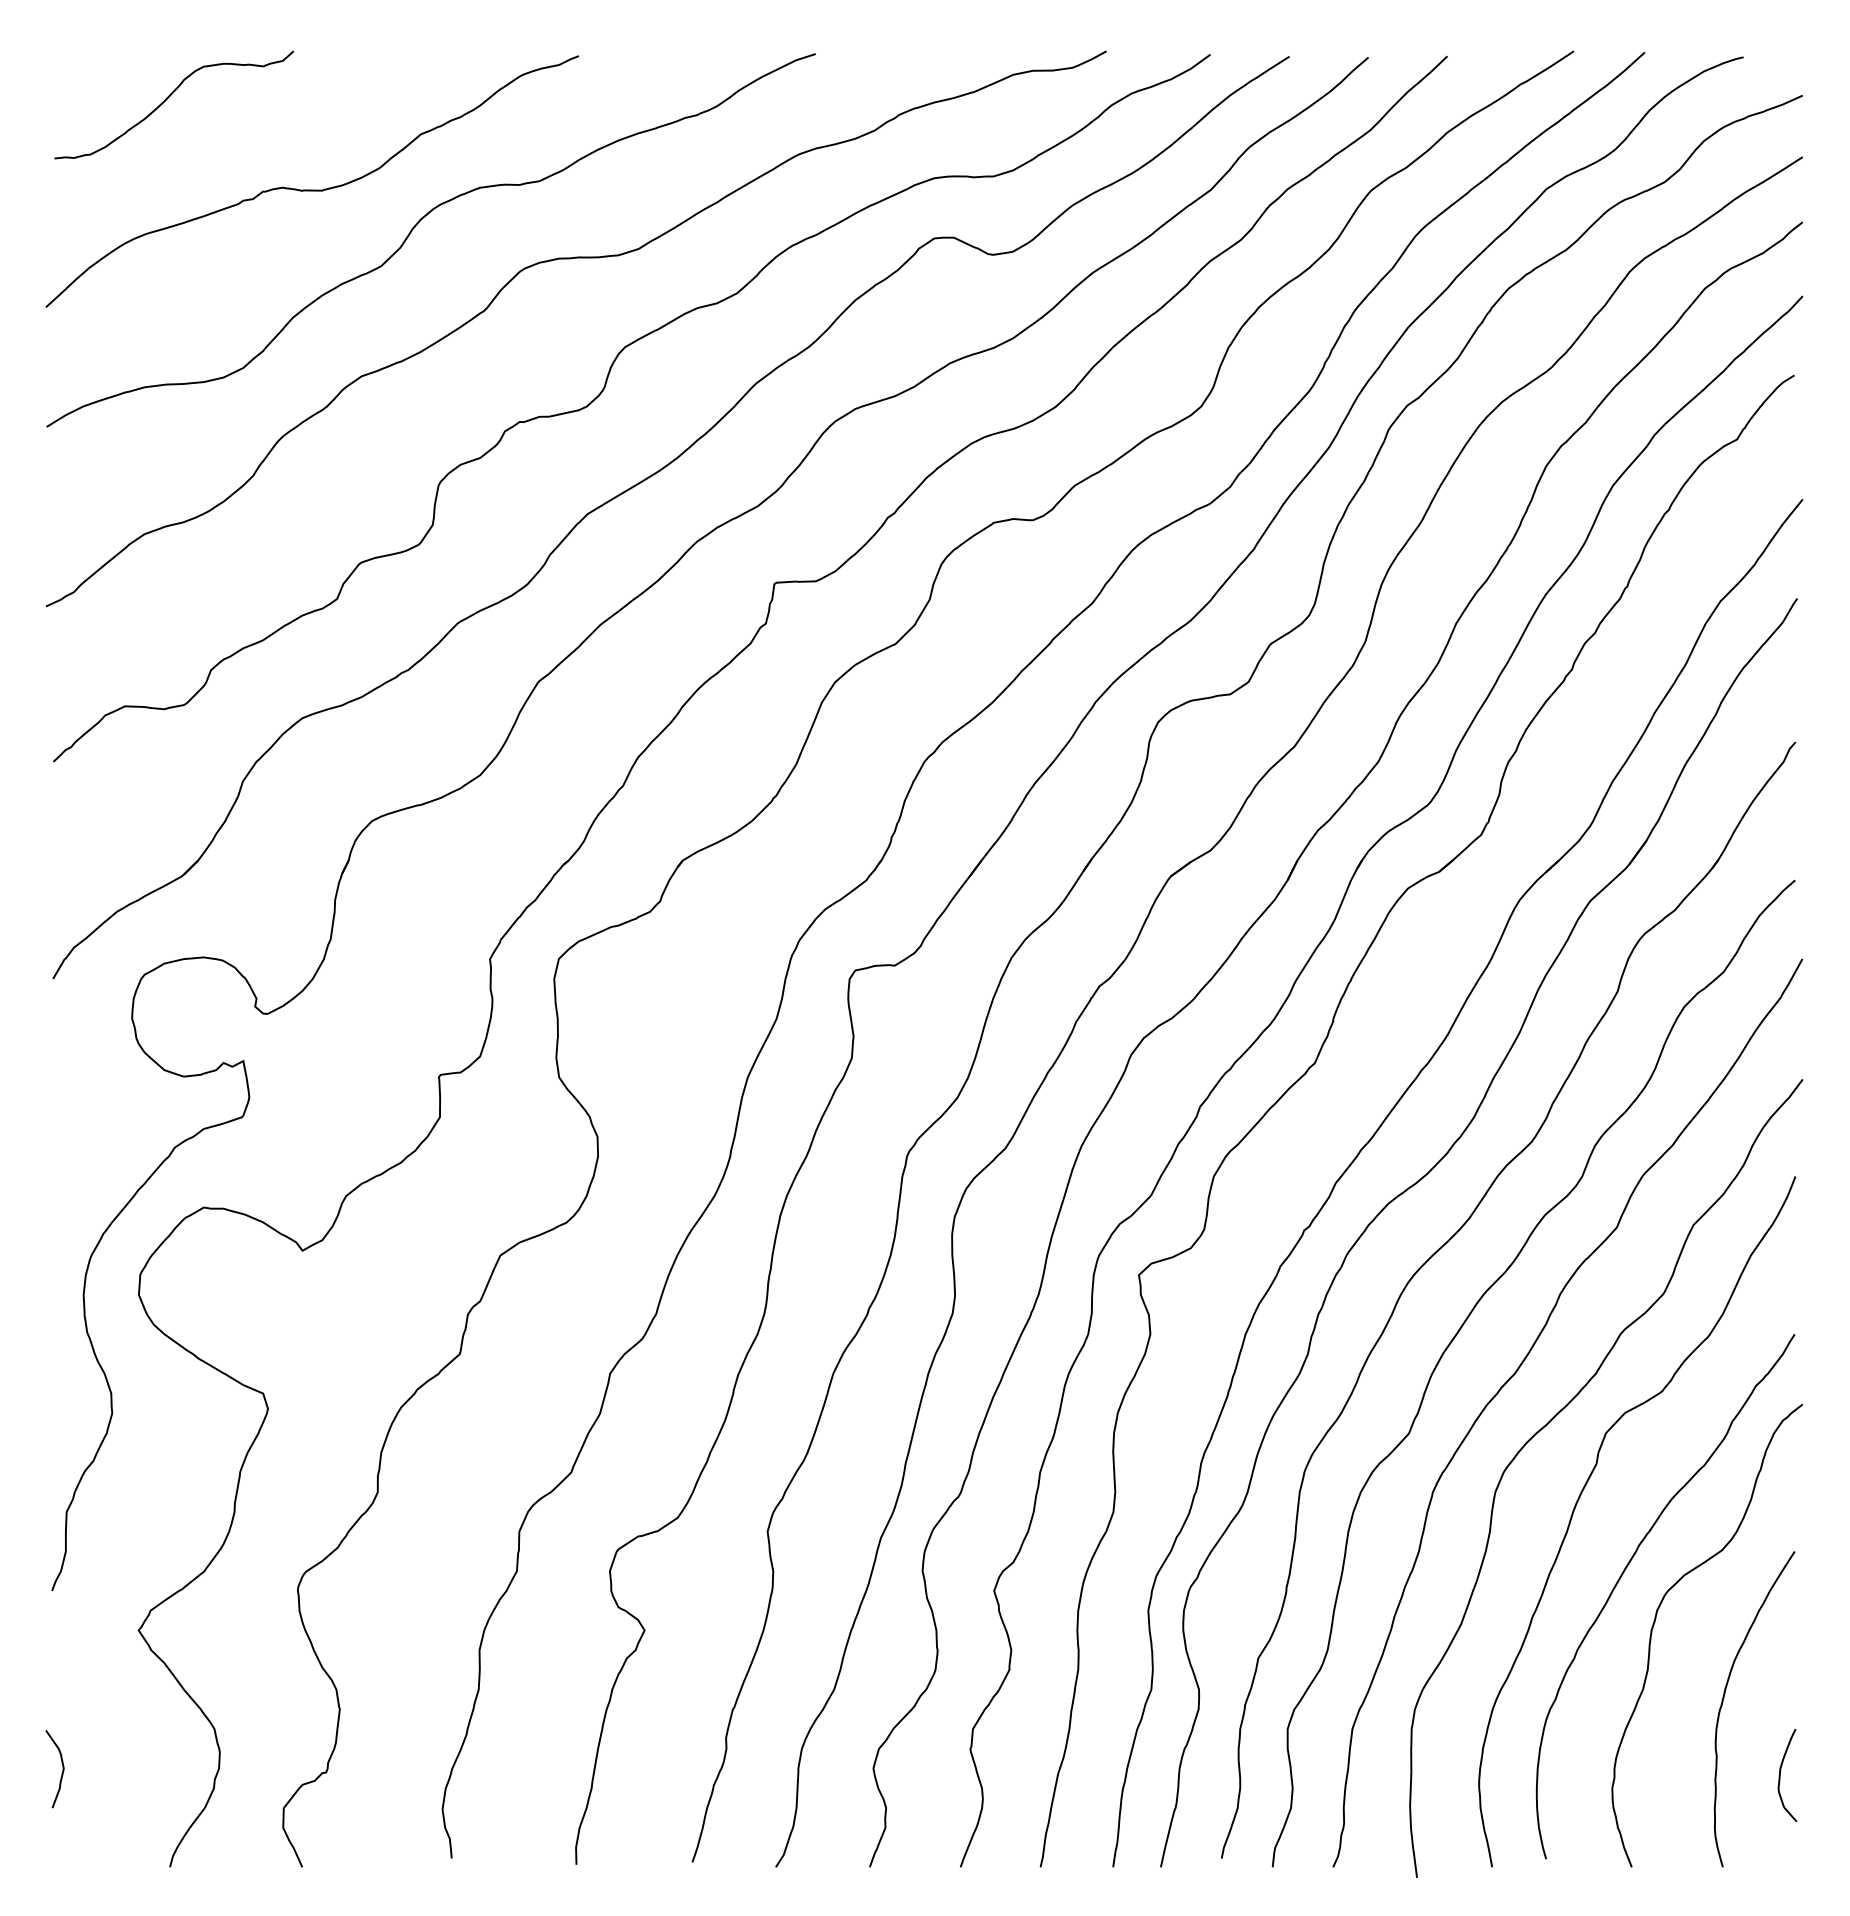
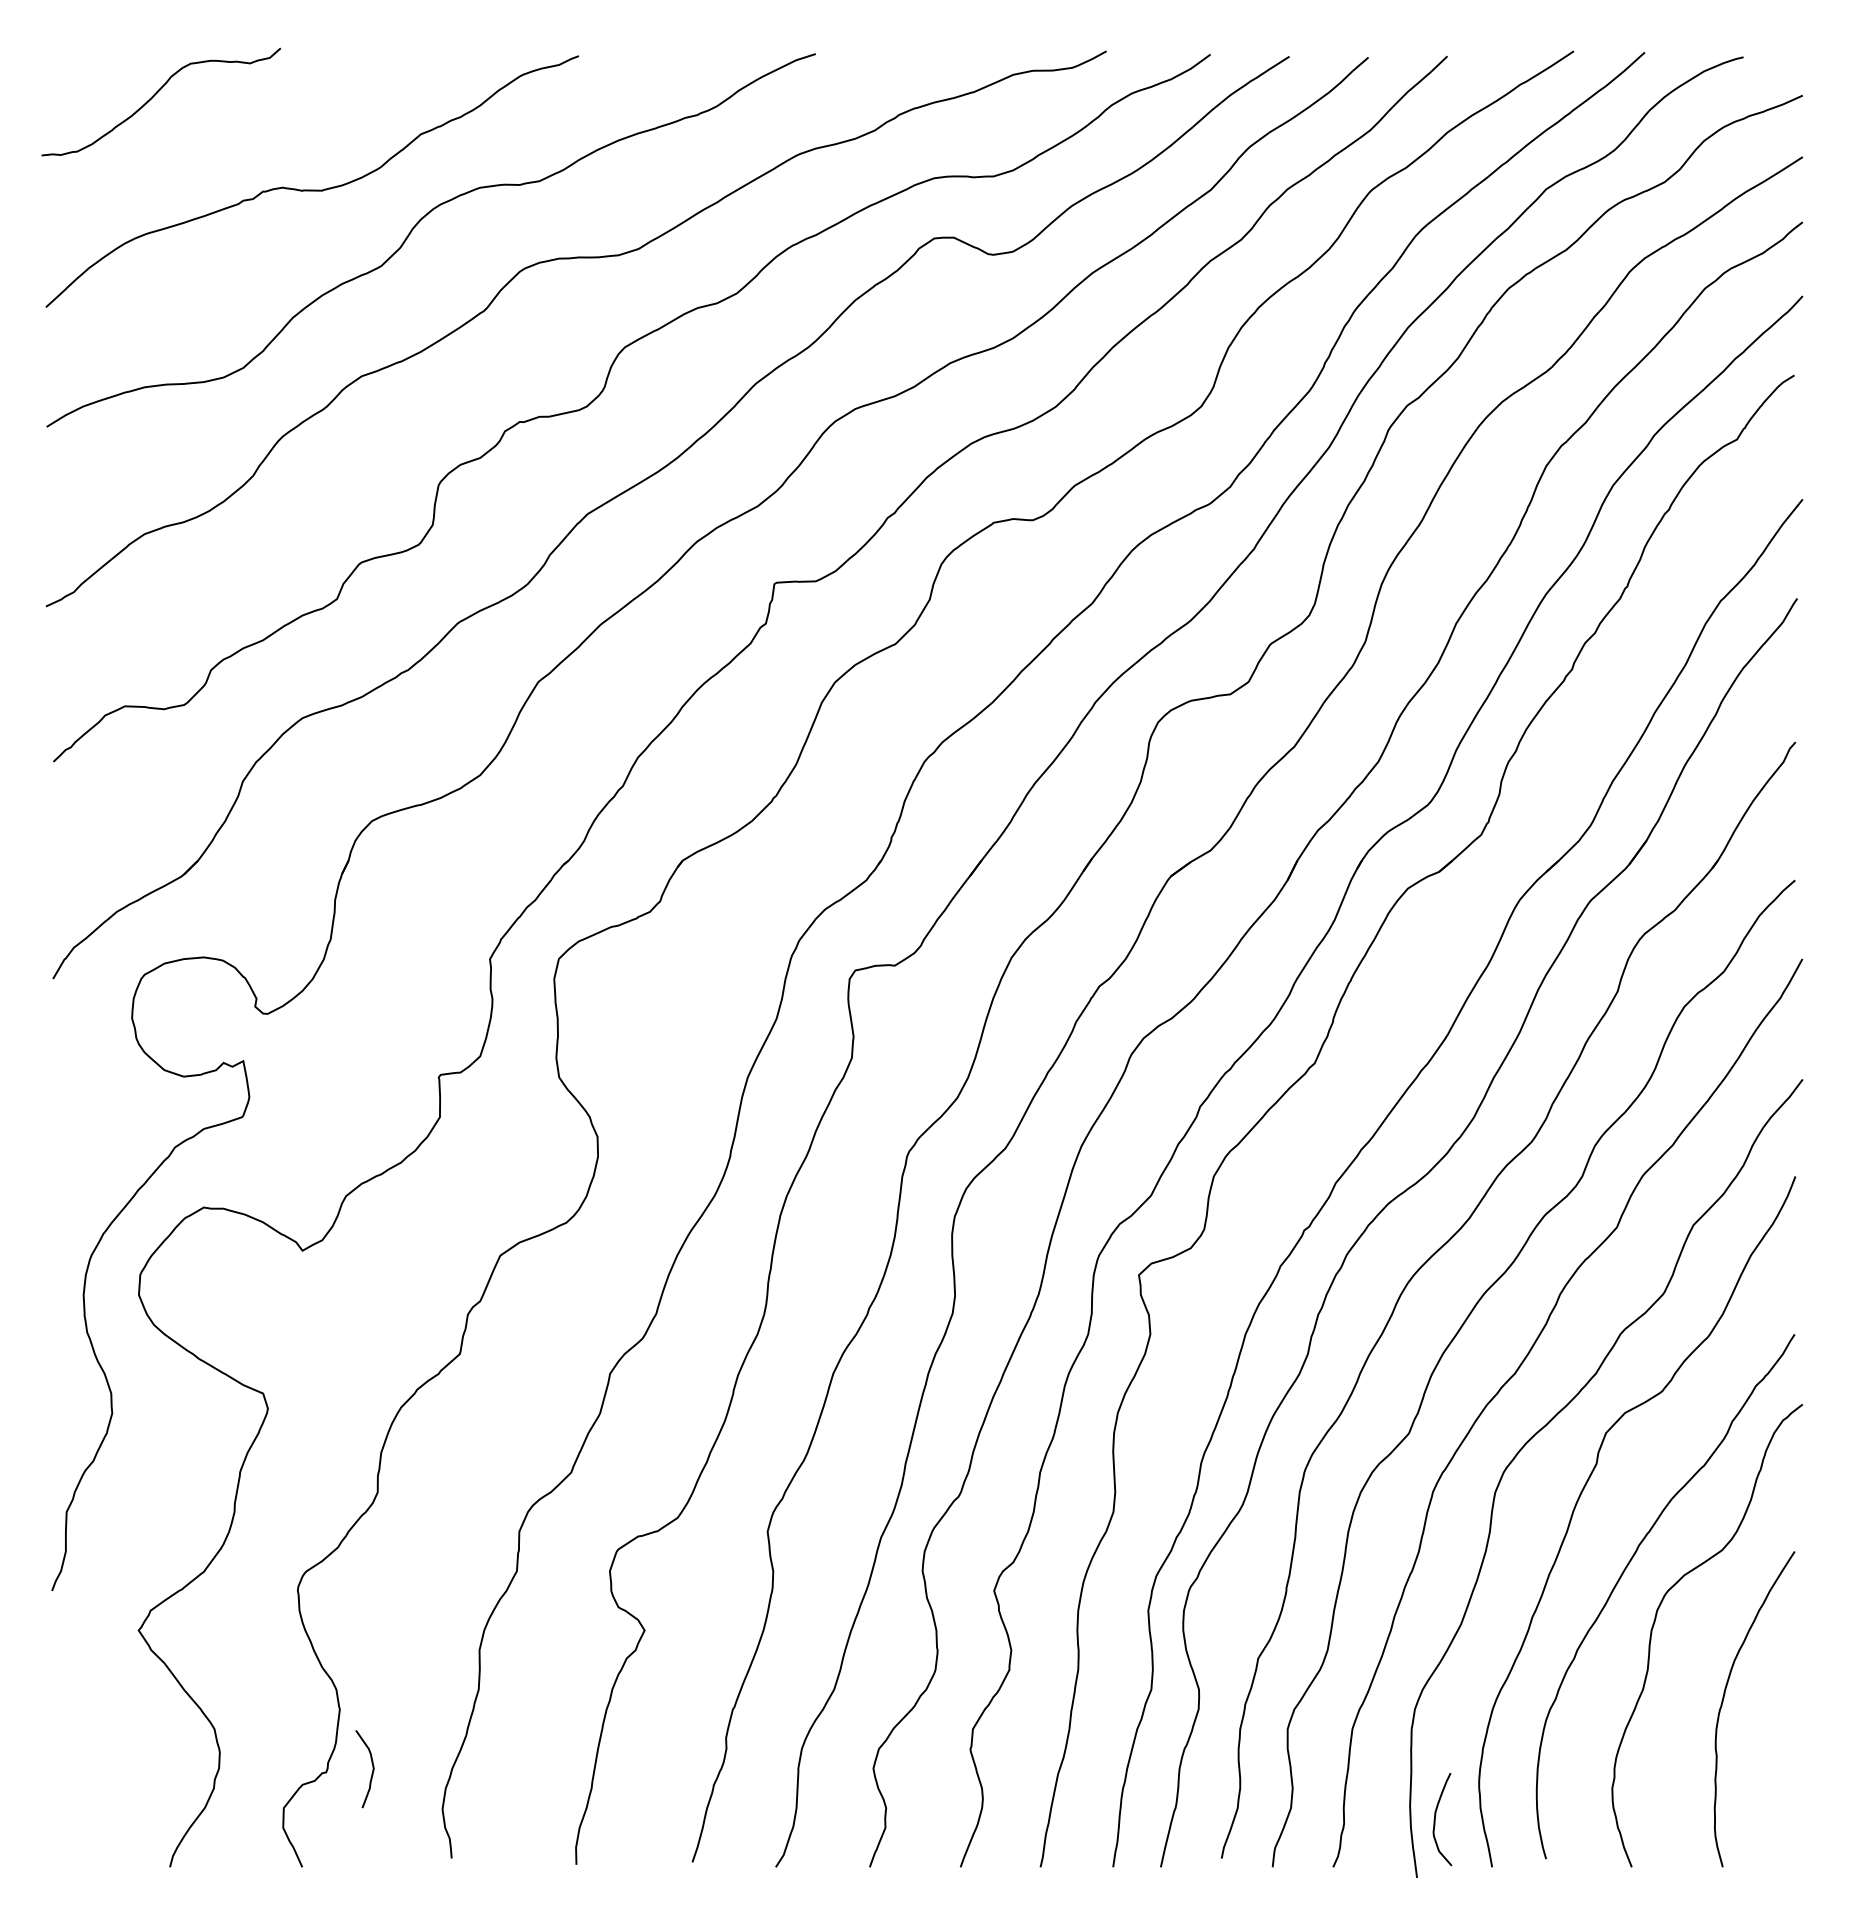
curve at (168, 98) position: (168, 98) -> (155, 95)
curve at (62, 1769) position: (62, 1769) -> (372, 1769)
curve at (1780, 1775) position: (1780, 1775) -> (1435, 1819)
